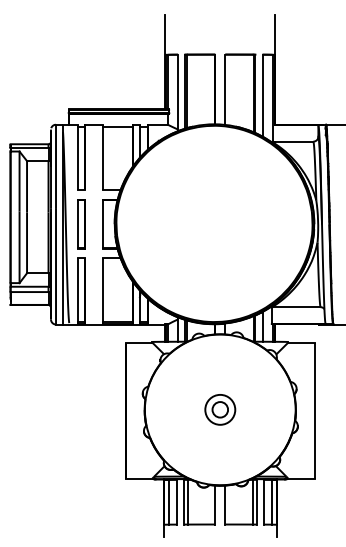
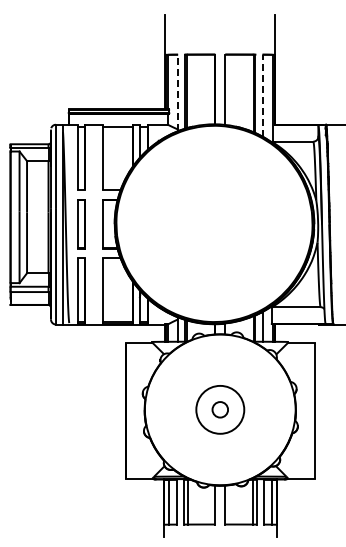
line at (178, 92): solid -> dashed
line at (262, 95): solid -> dashed
circle at (220, 409) diameter: 30 px -> 48 px
